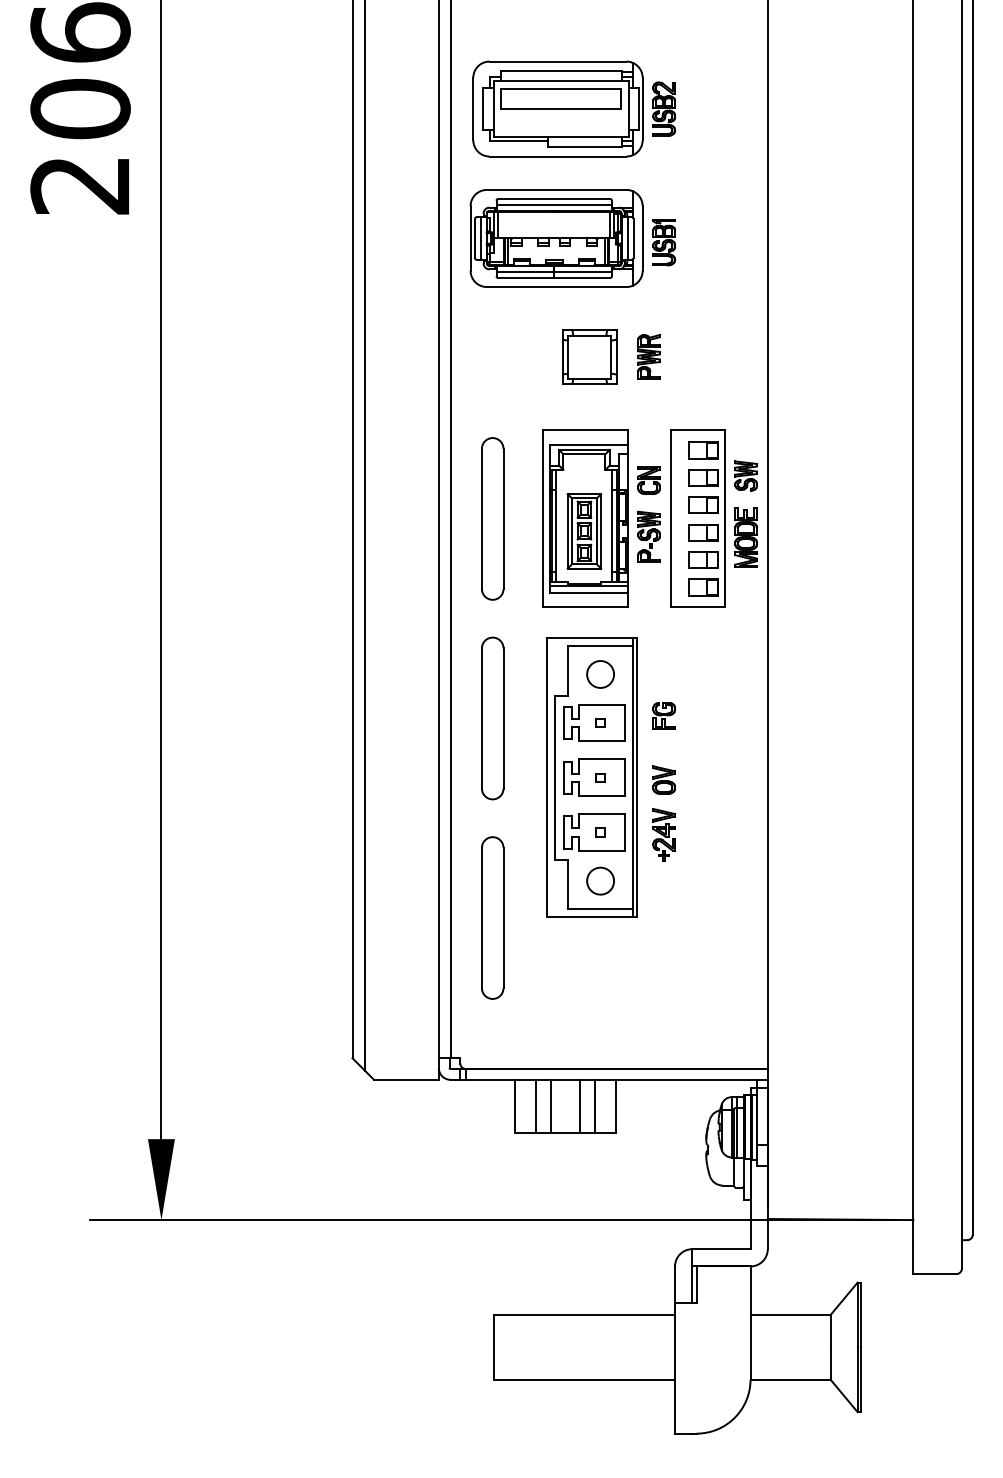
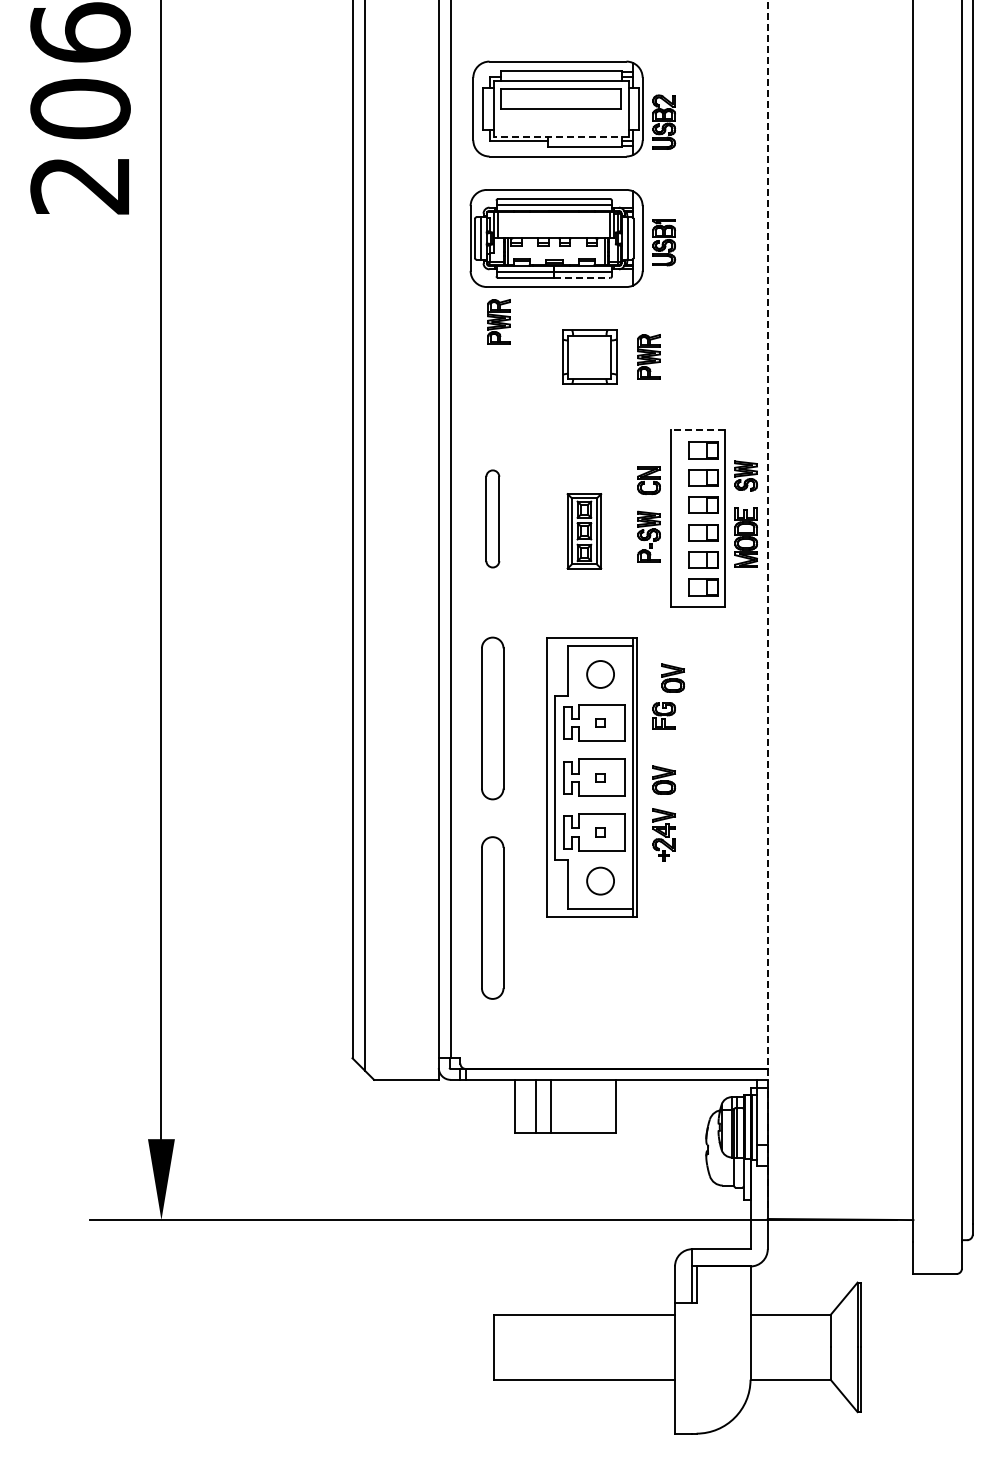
part at (664, 108) position: (664, 108) -> (664, 121)
line at (560, 136): solid -> dashed
line at (582, 277): solid -> dashed
part at (498, 321): none -> present
line at (697, 430): solid -> dashed
part at (492, 518) size: 24x164 px -> 16x100 px
part at (585, 518): present -> none
line at (767, 604): solid -> dashed
part at (672, 677): none -> present
line at (580, 1106): present -> none
line at (594, 1106): present -> none
